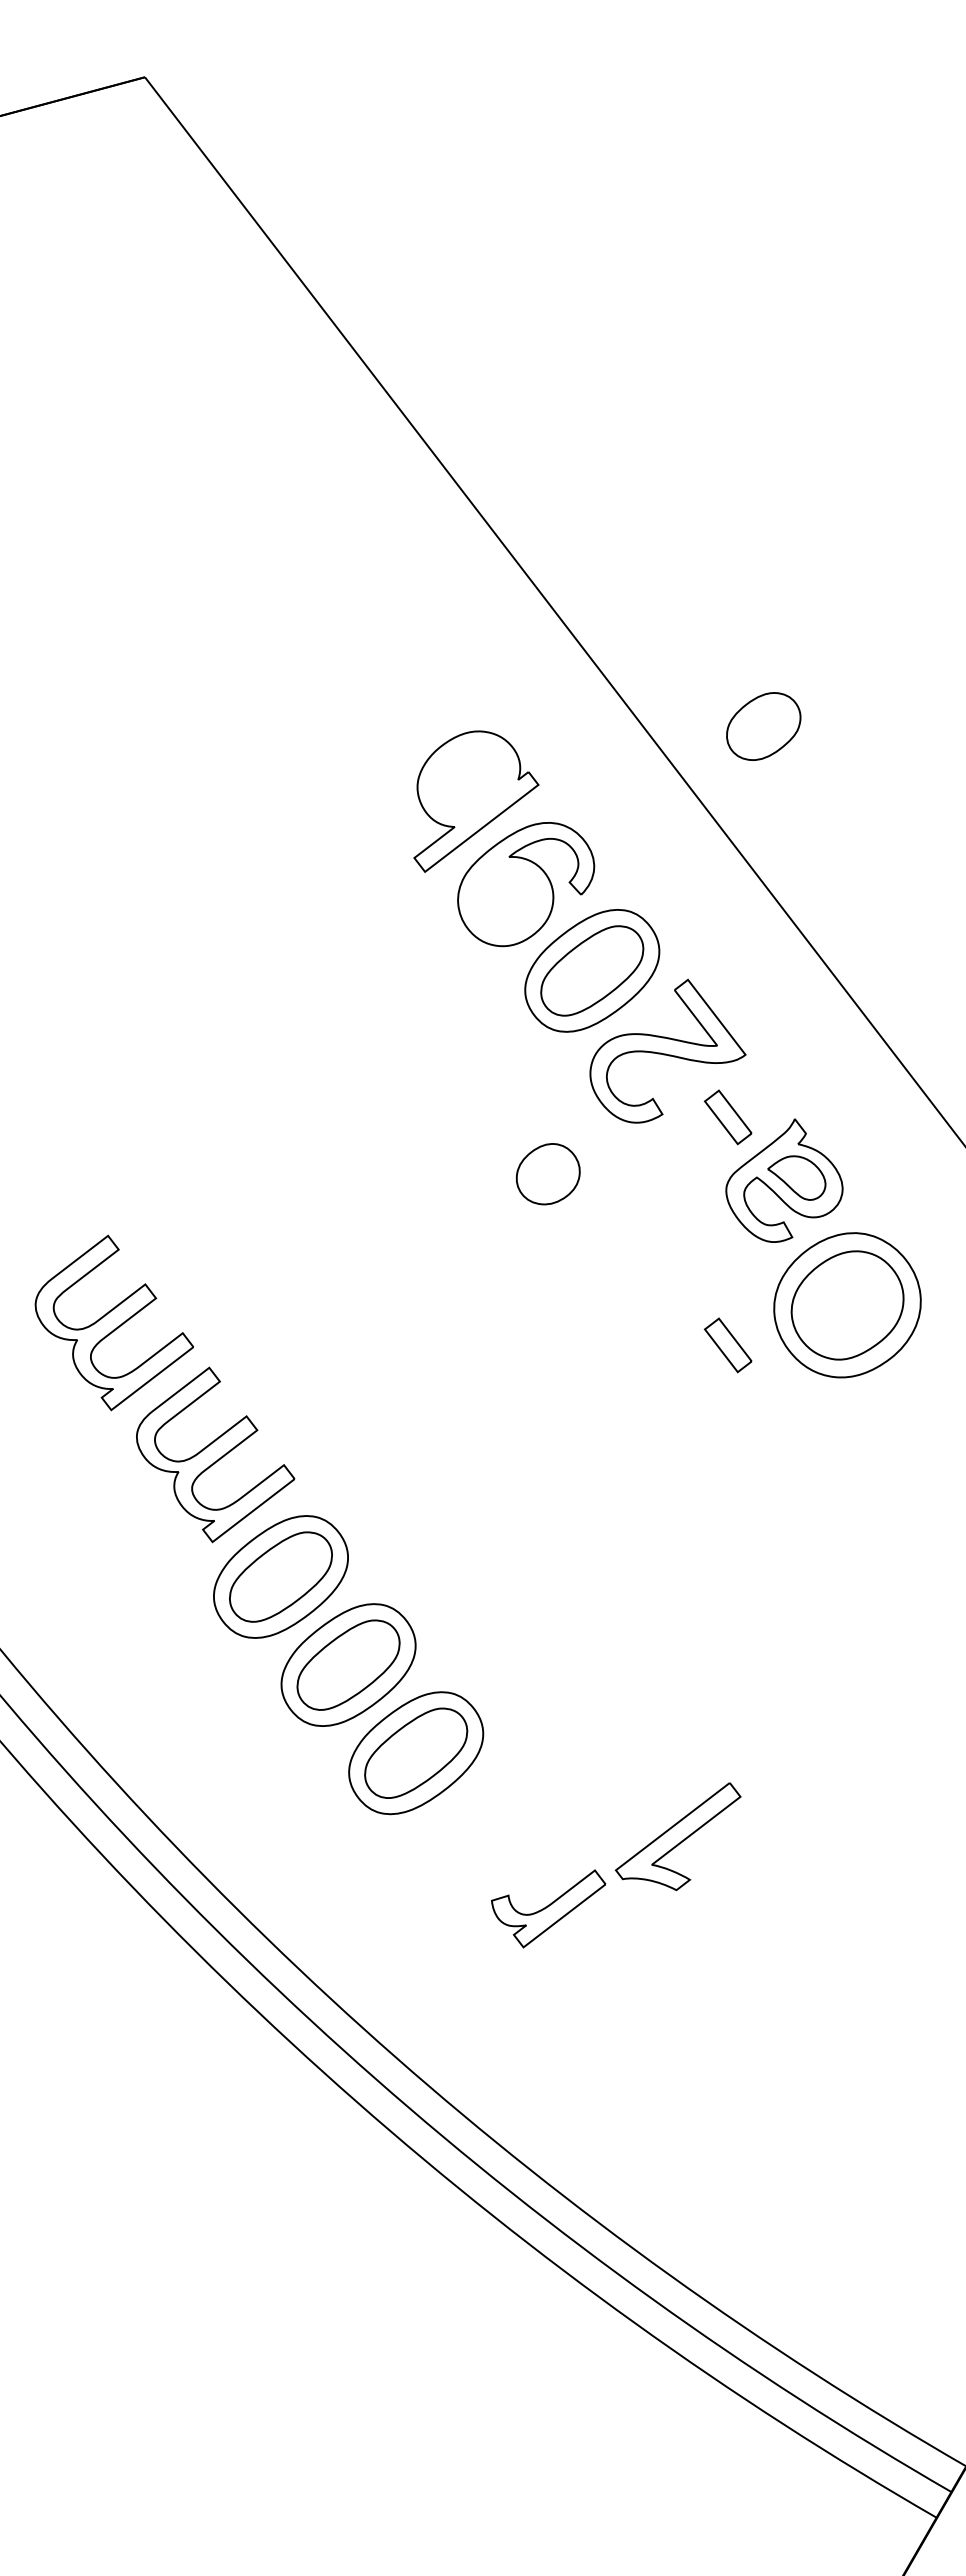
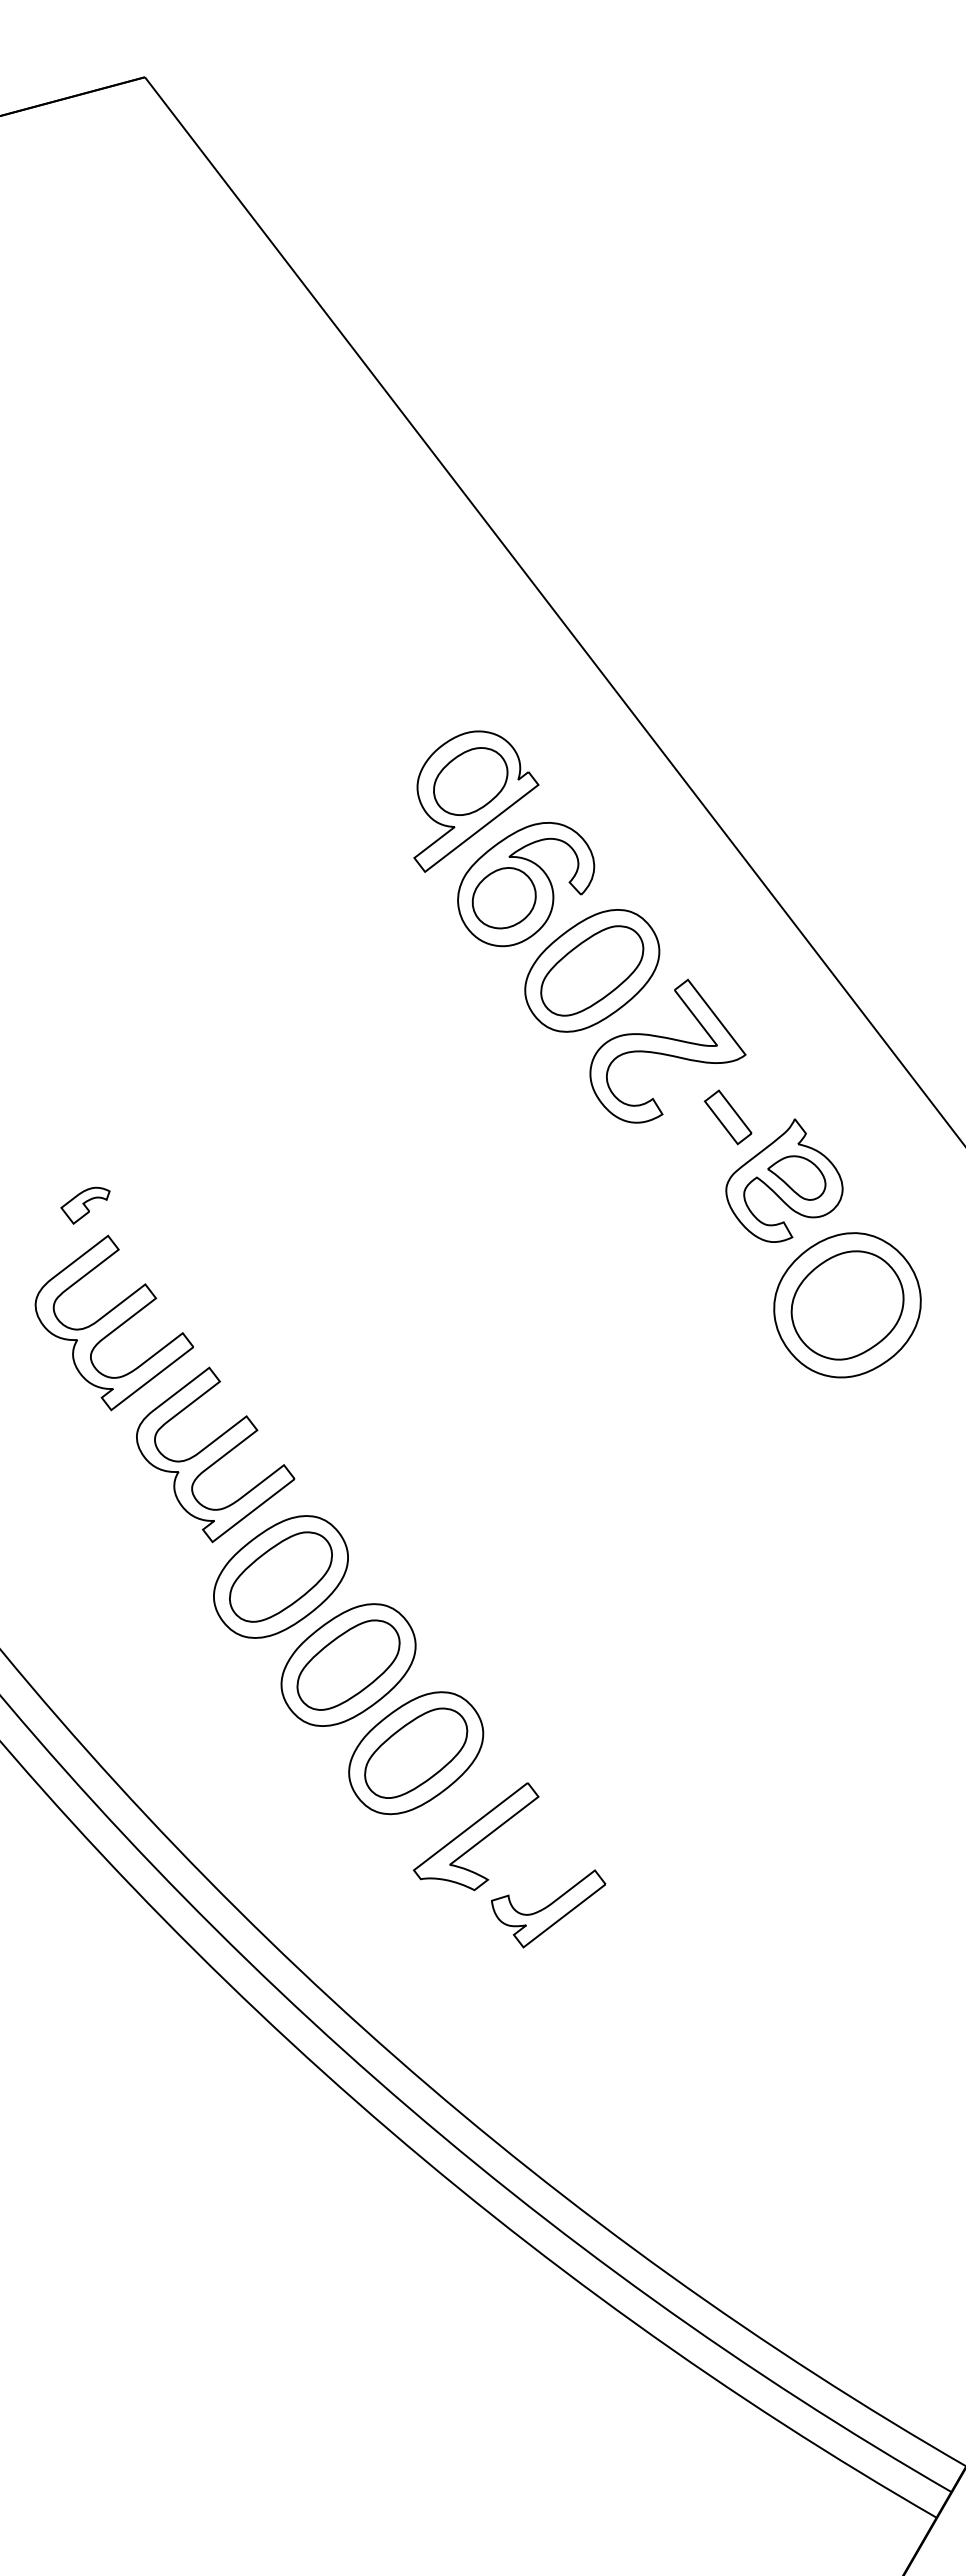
part at (763, 726) position: (763, 726) -> (470, 781)
part at (547, 1174) position: (547, 1174) -> (503, 898)
part at (85, 1205): none -> present
part at (727, 1345): present -> none
part at (677, 1836) position: (677, 1836) -> (475, 1836)
